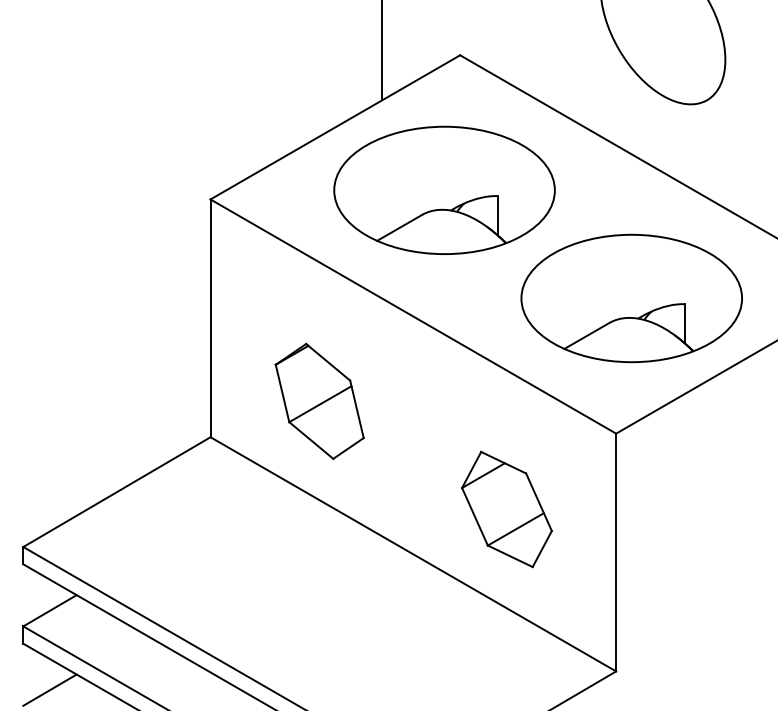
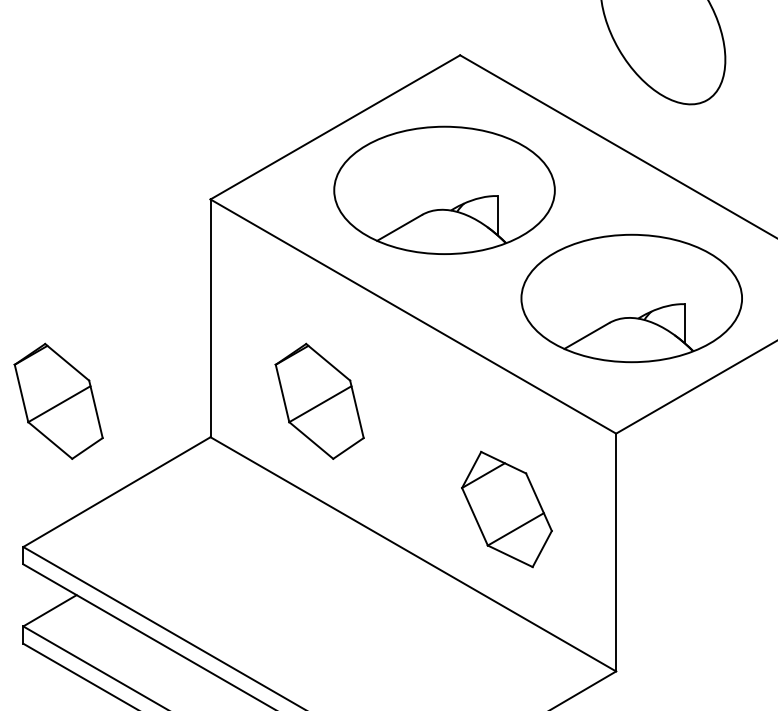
line at (382, 51): present -> none
part at (58, 400): none -> present
line at (49, 689): present -> none
